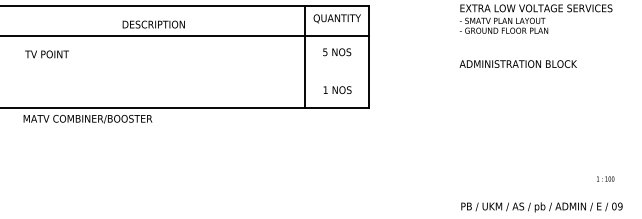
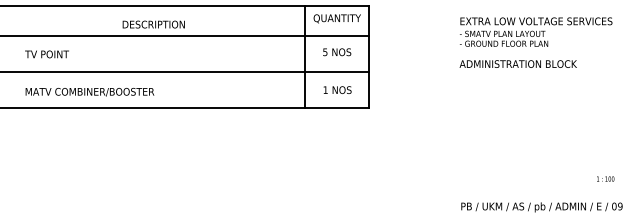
text at (536, 18) position: (536, 18) -> (536, 31)
line at (185, 72): none -> present
text at (87, 119) position: (87, 119) -> (89, 92)
